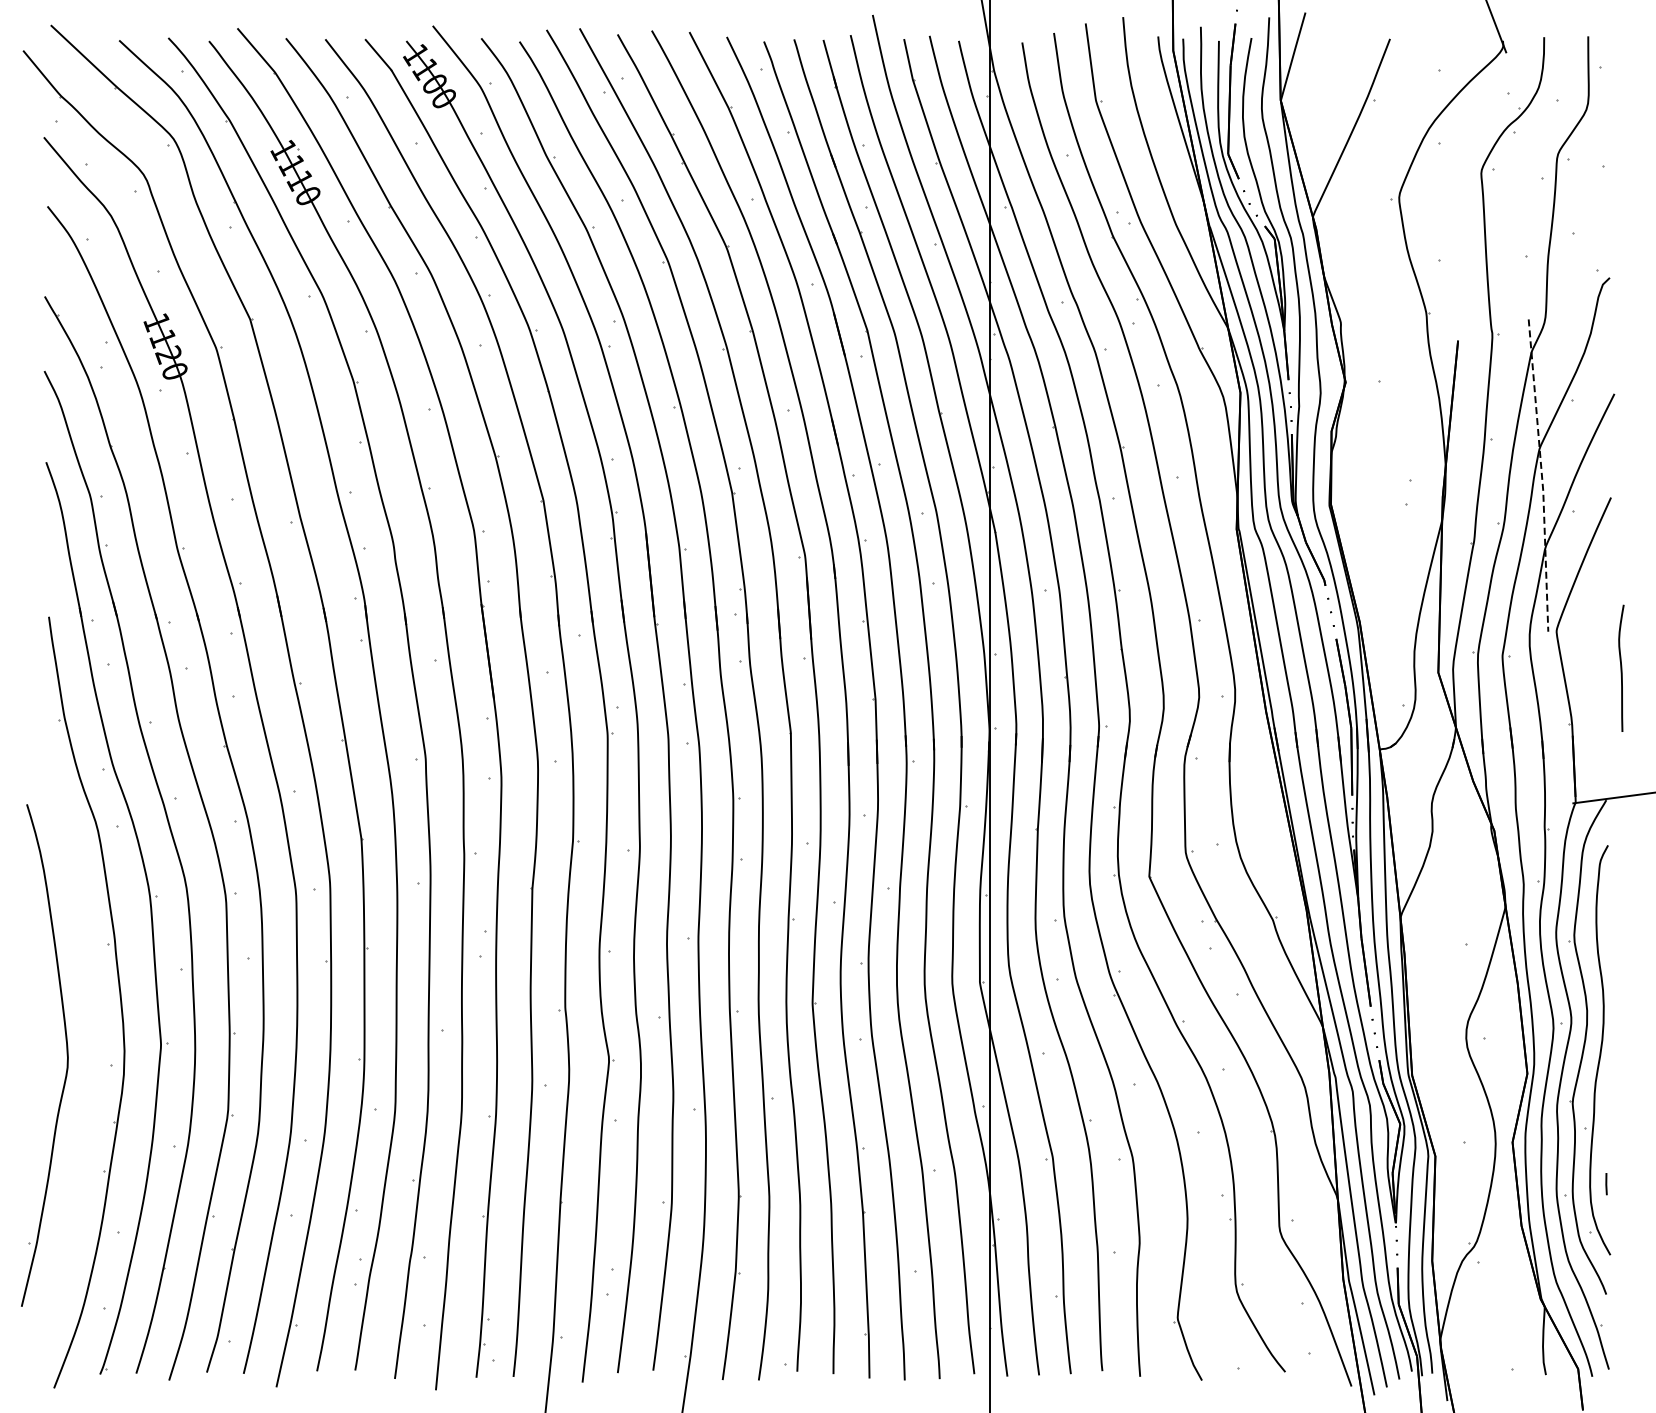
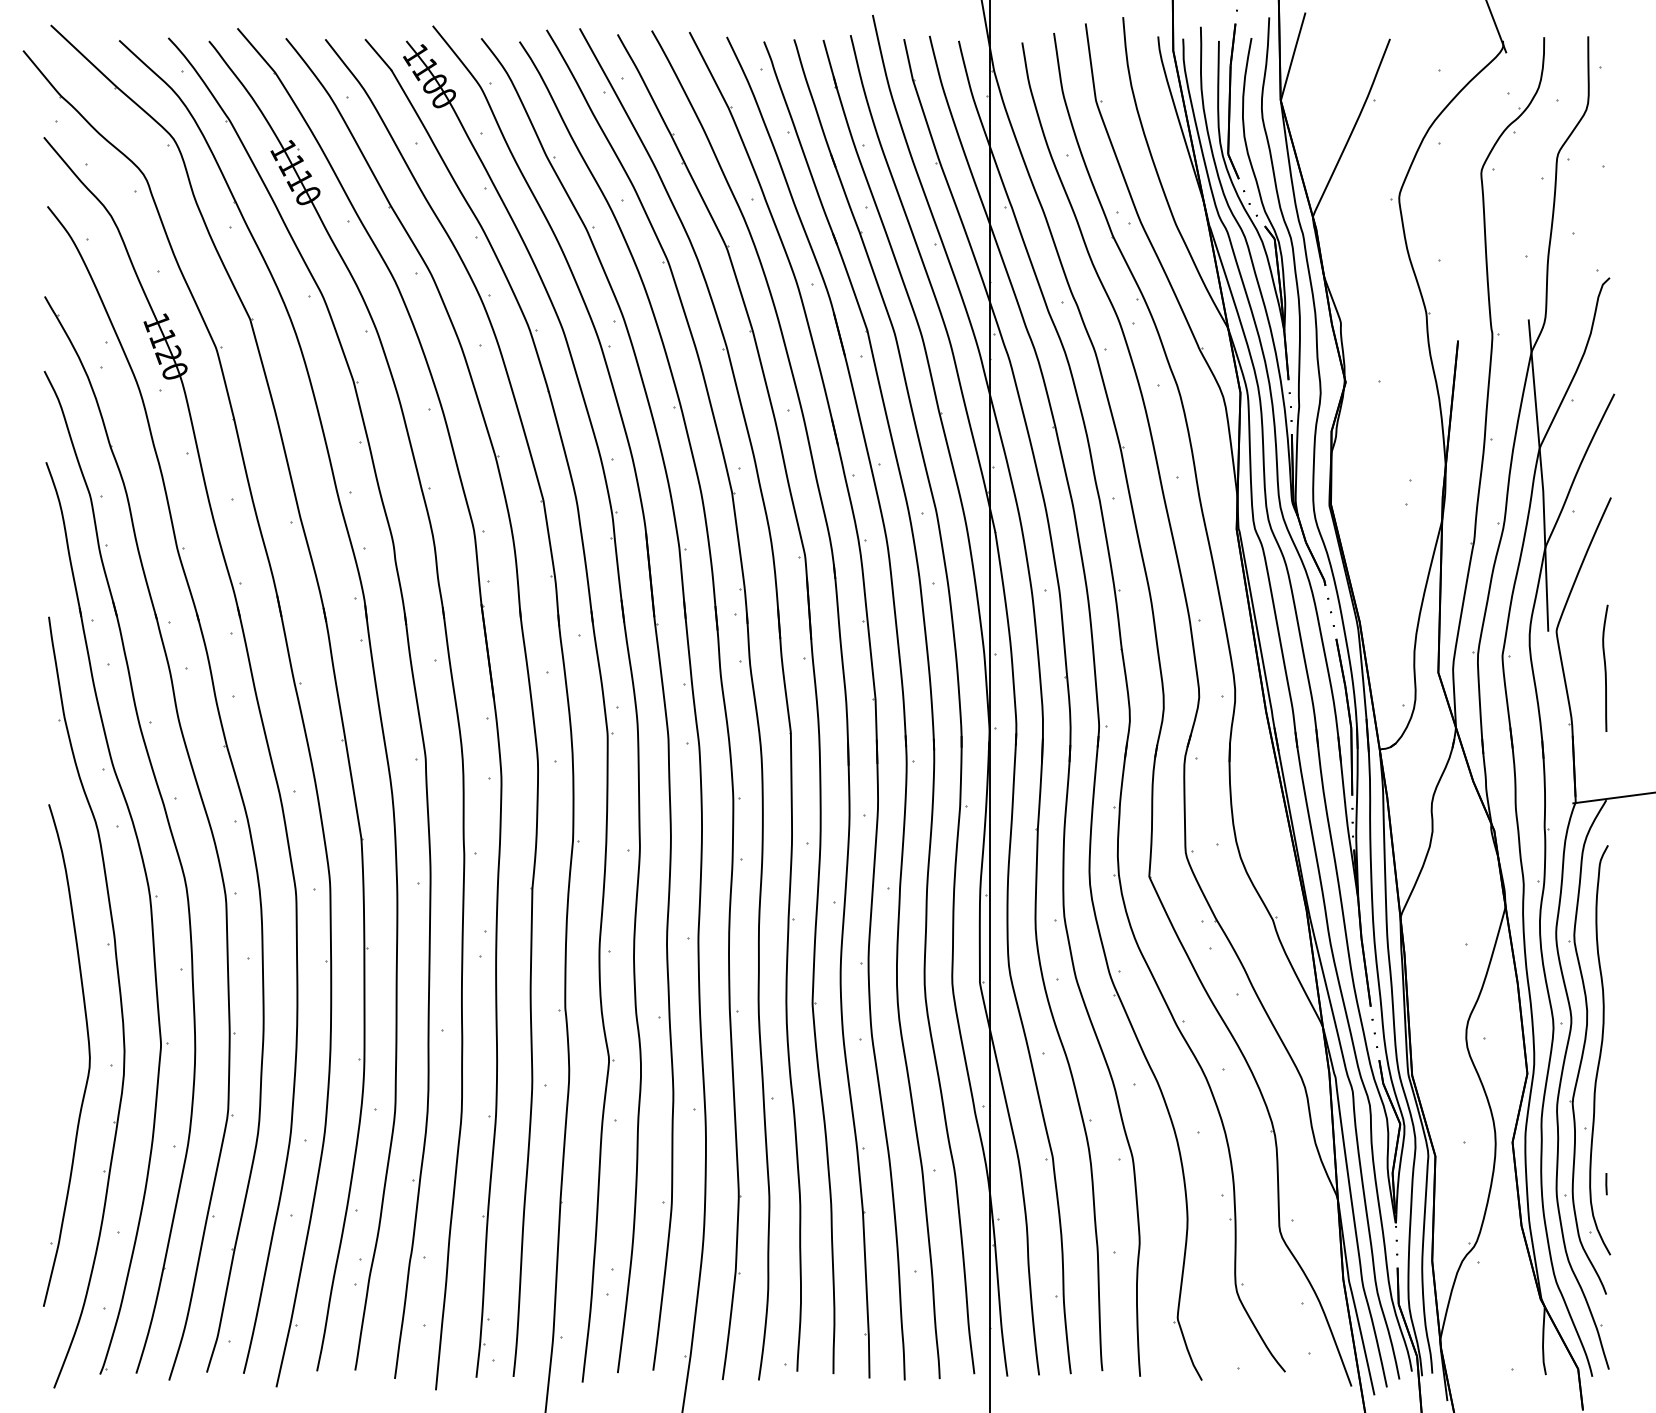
line at (1542, 476): dashed -> solid
curve at (1621, 667) position: (1621, 667) -> (1605, 667)
part at (66, 1055) position: (66, 1055) -> (88, 1055)
